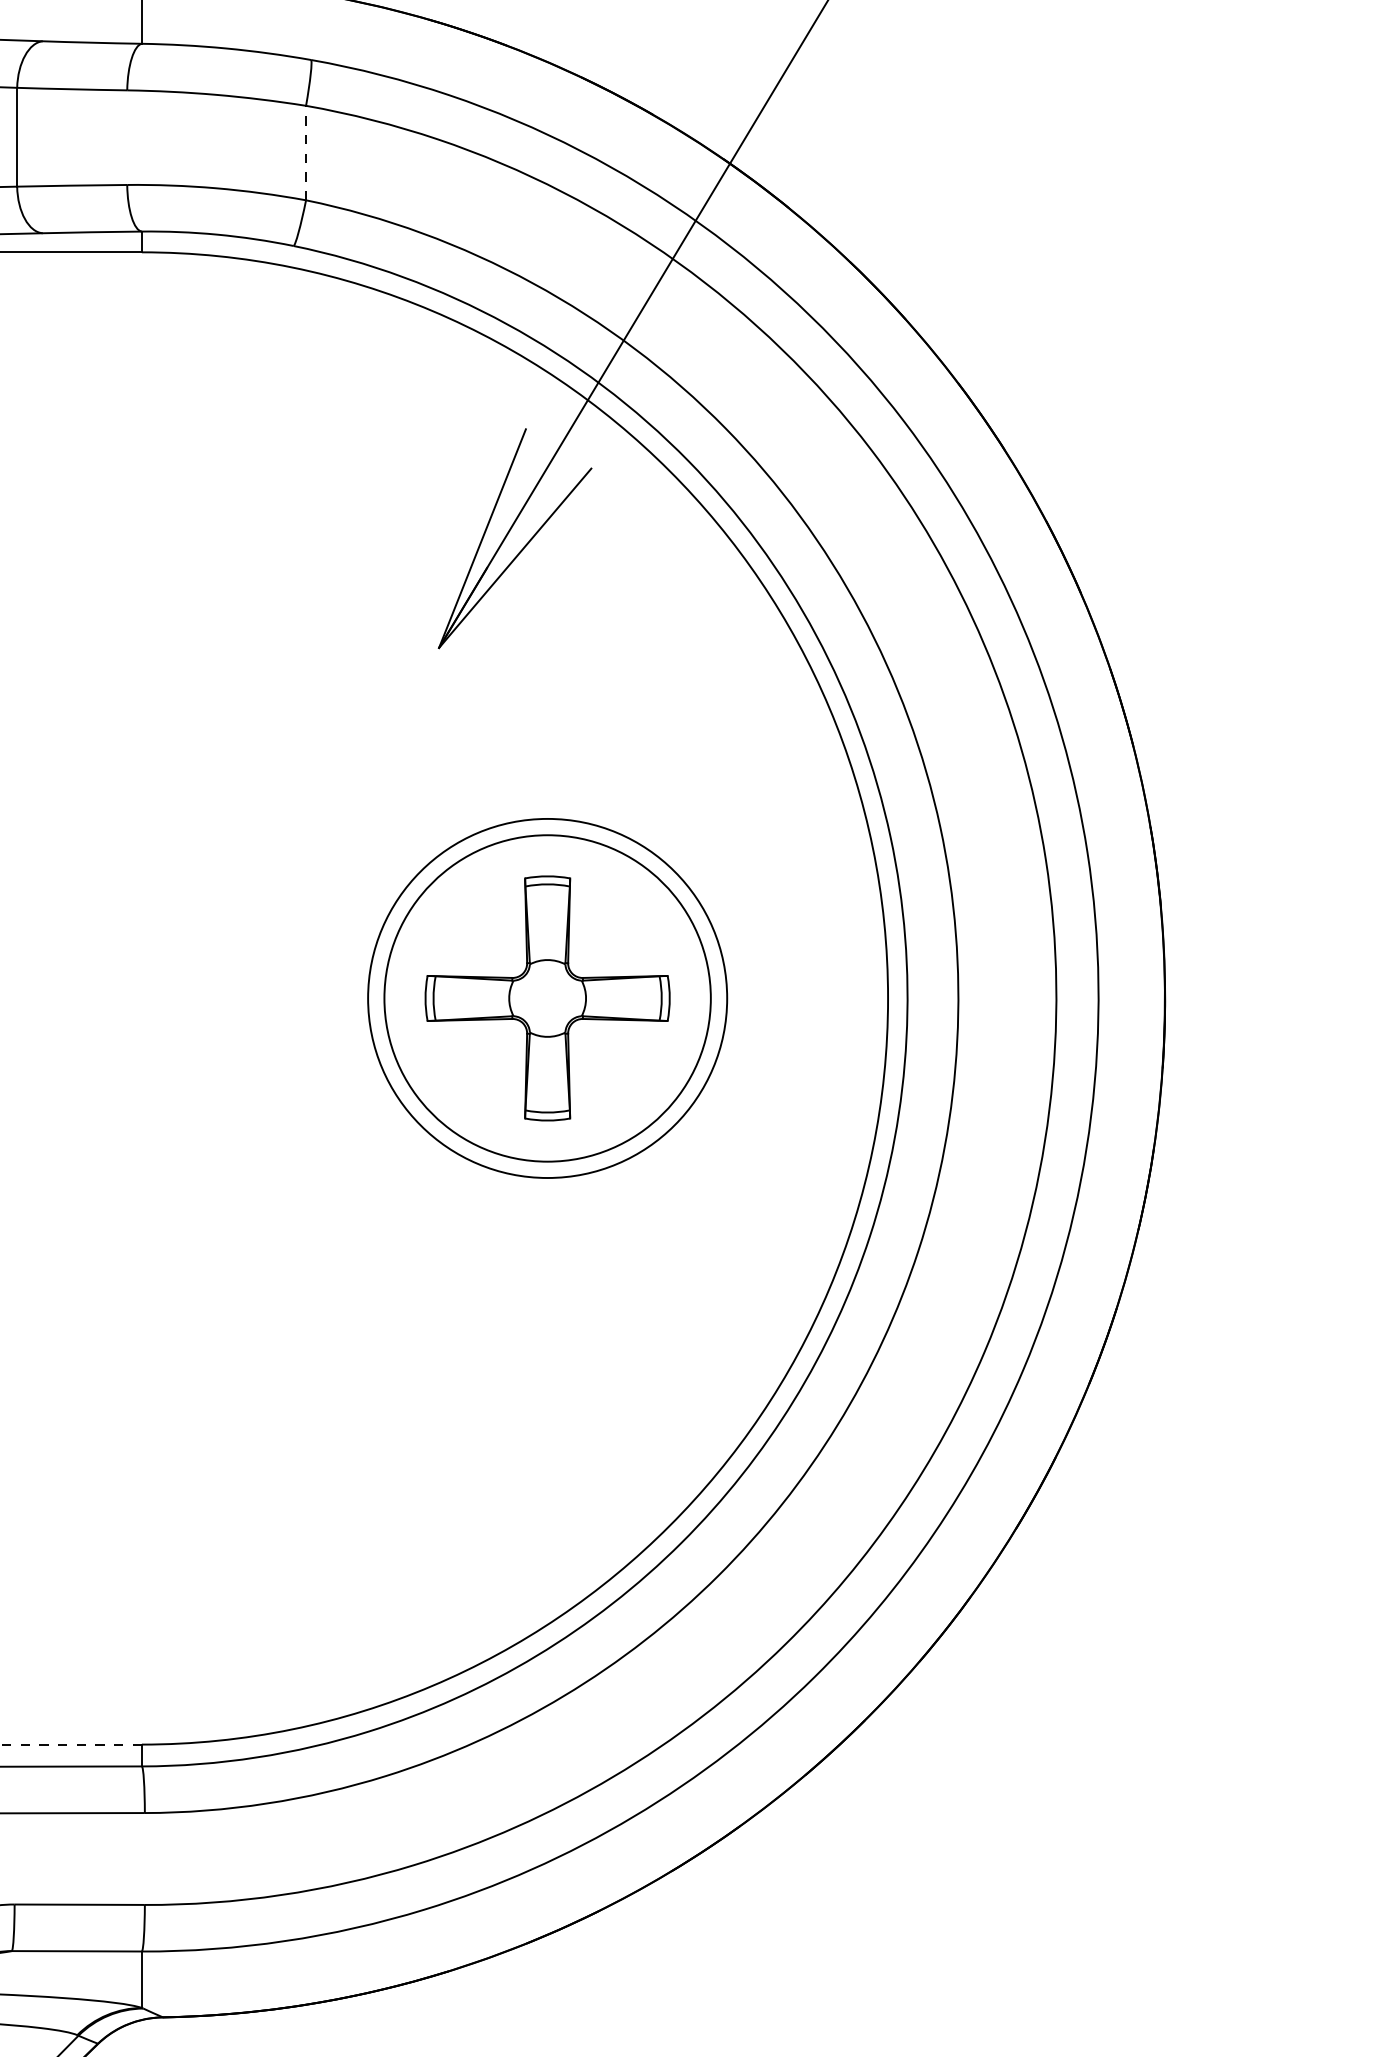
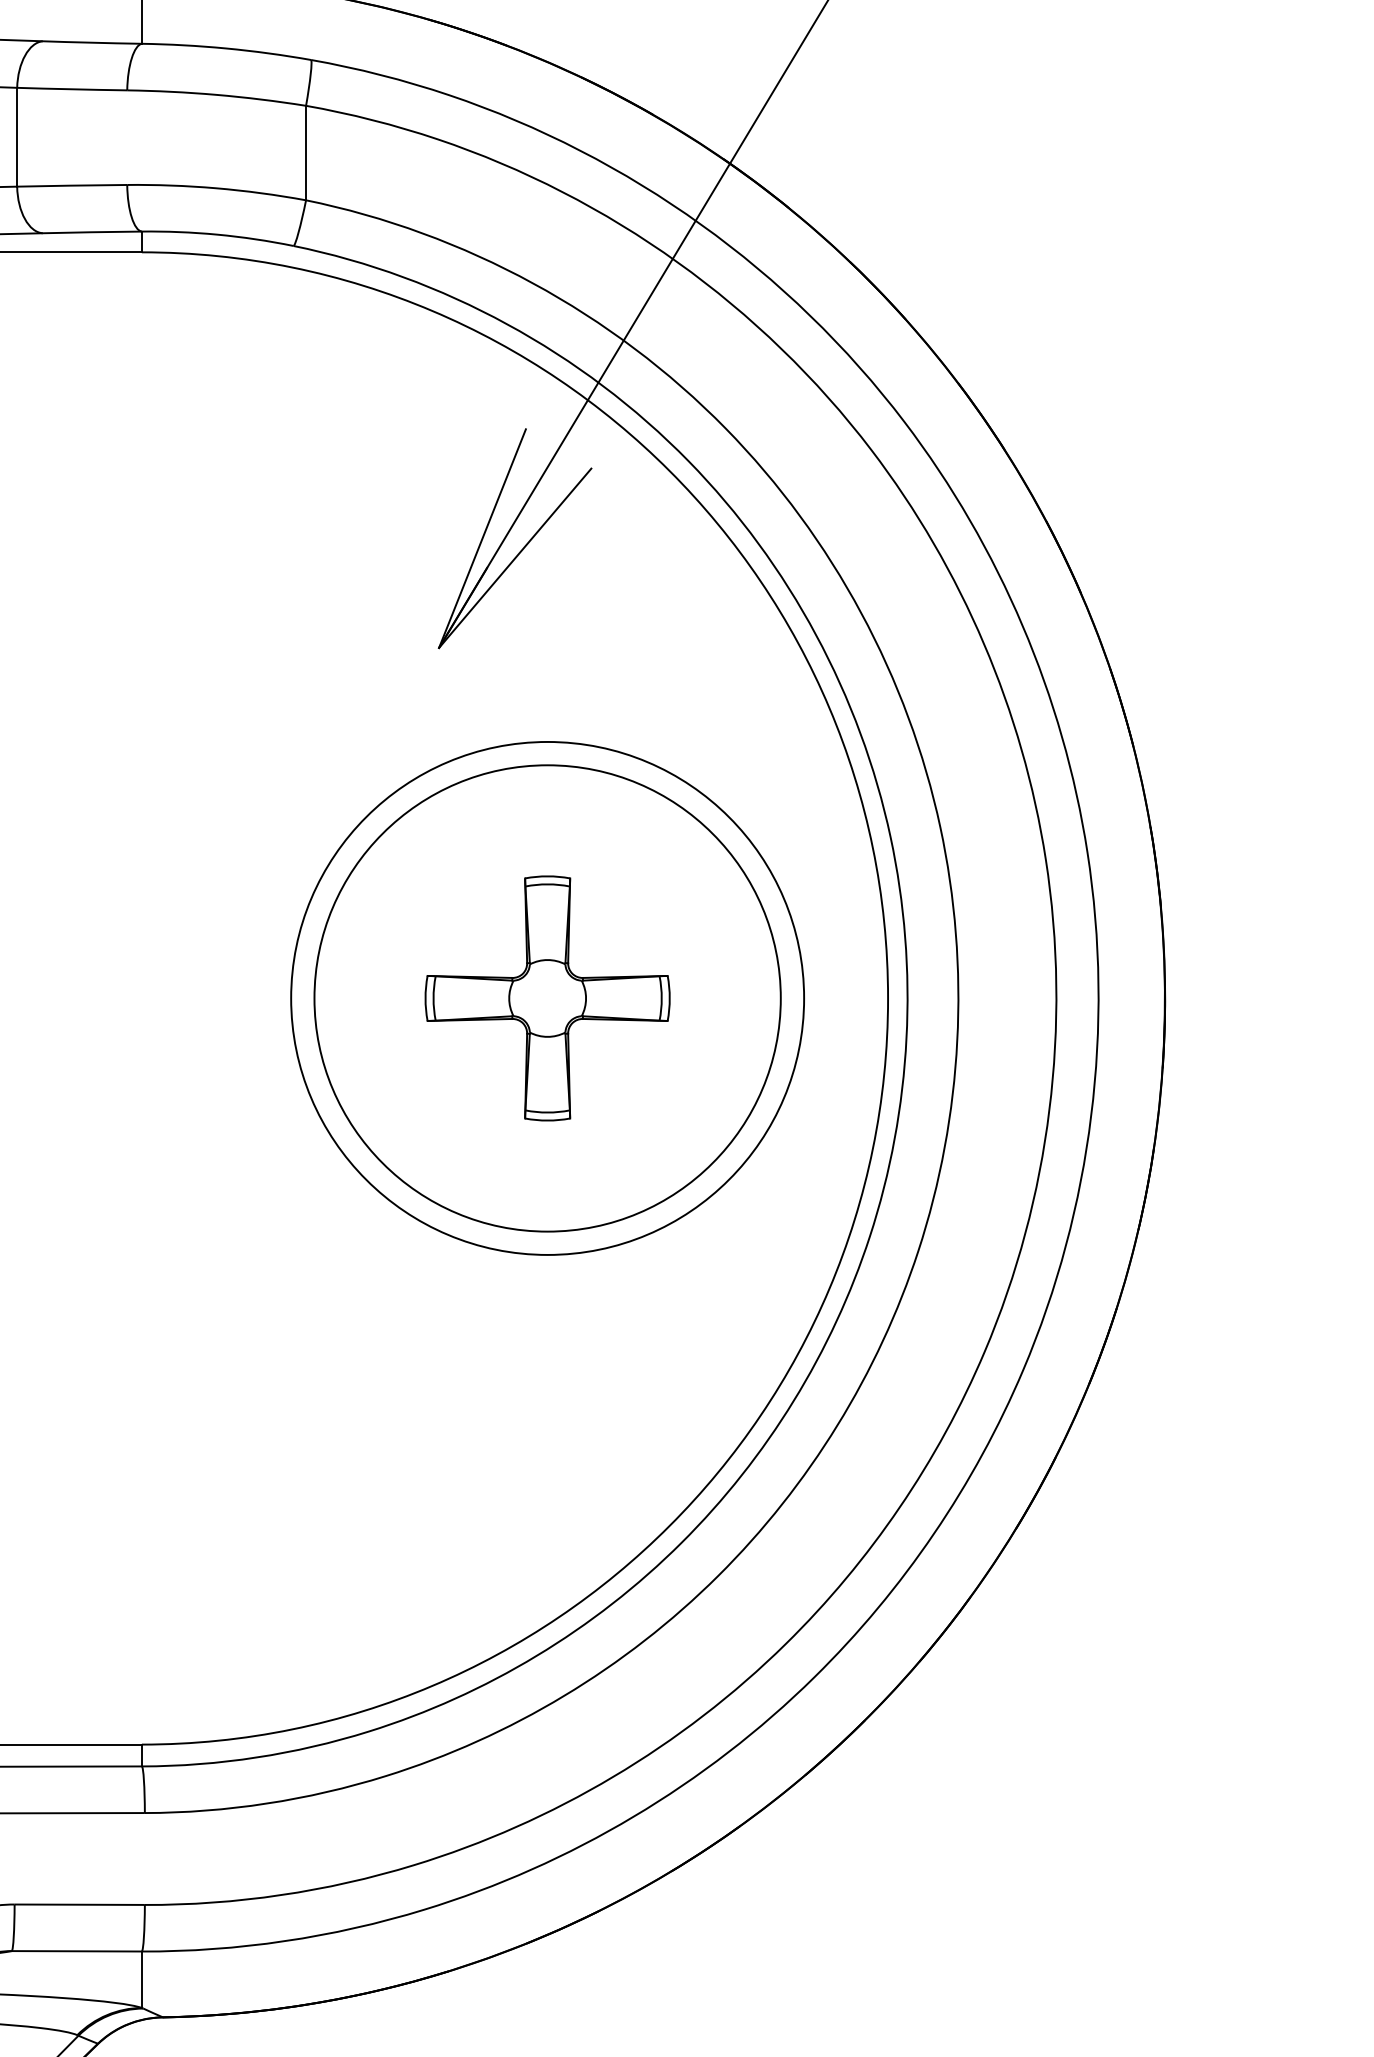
line at (306, 152): dashed -> solid
circle at (547, 998) diameter: 326 px -> 466 px
circle at (547, 998) diameter: 359 px -> 513 px
line at (70, 1744): dashed -> solid
